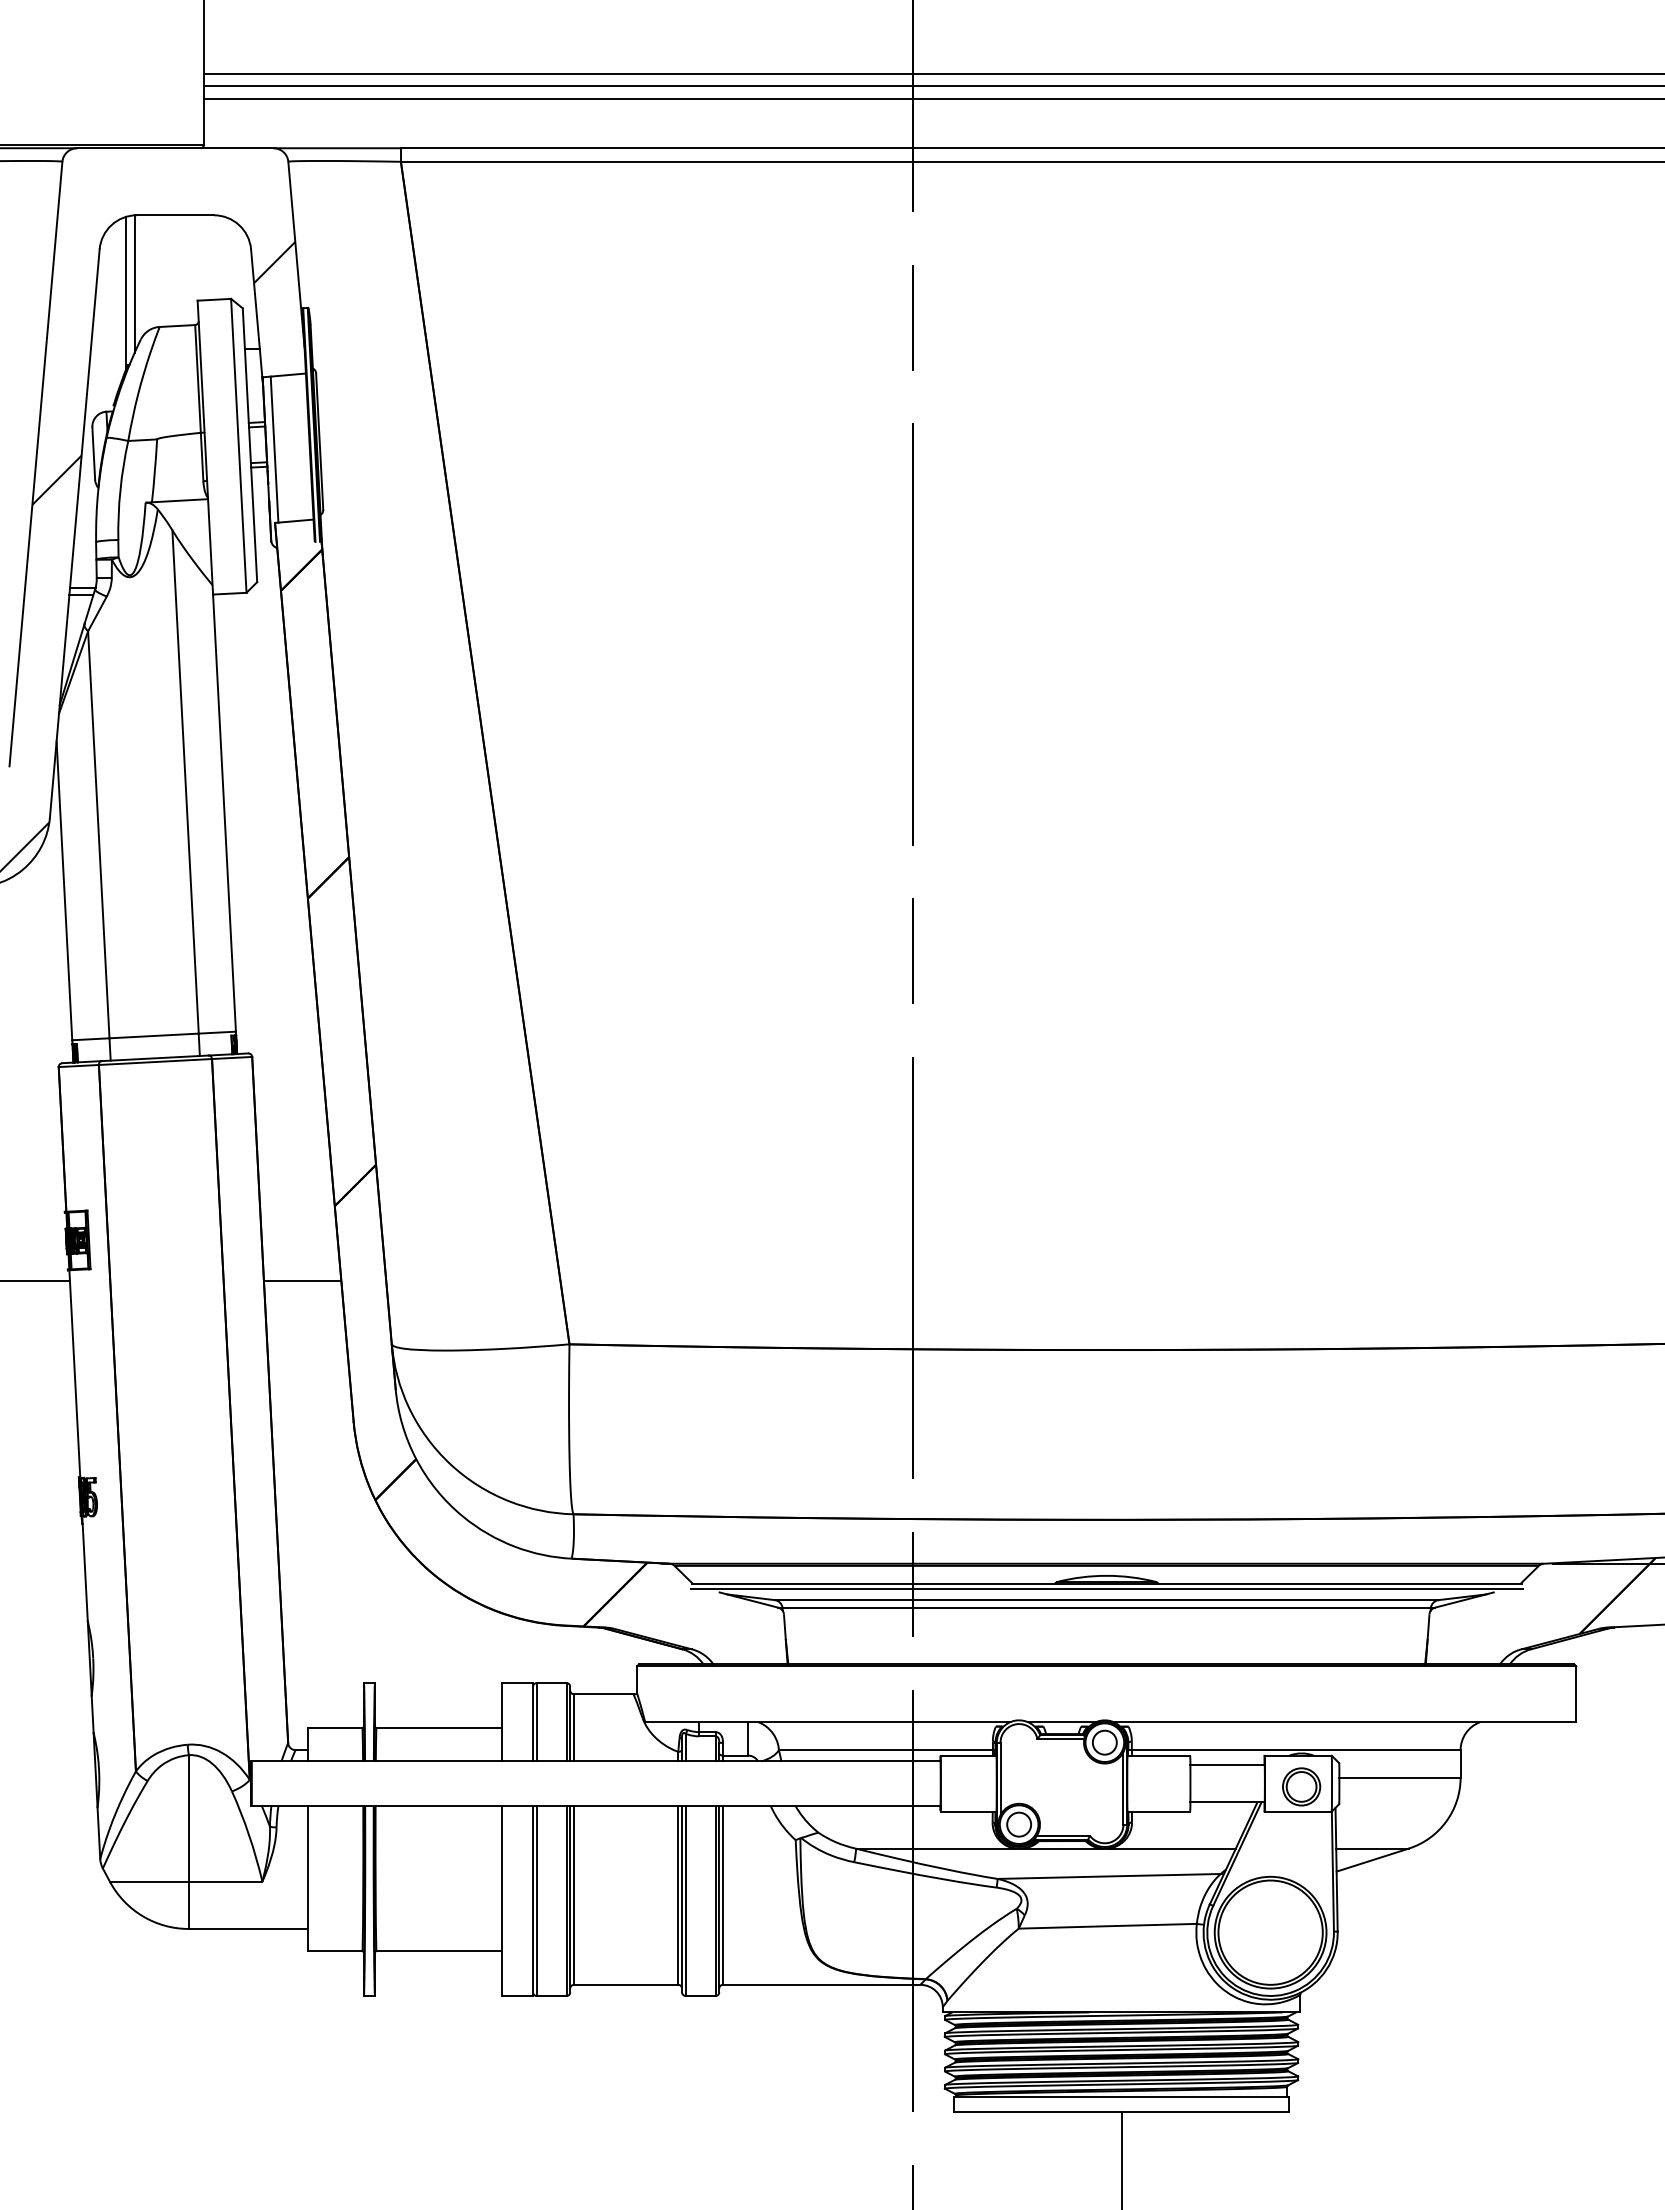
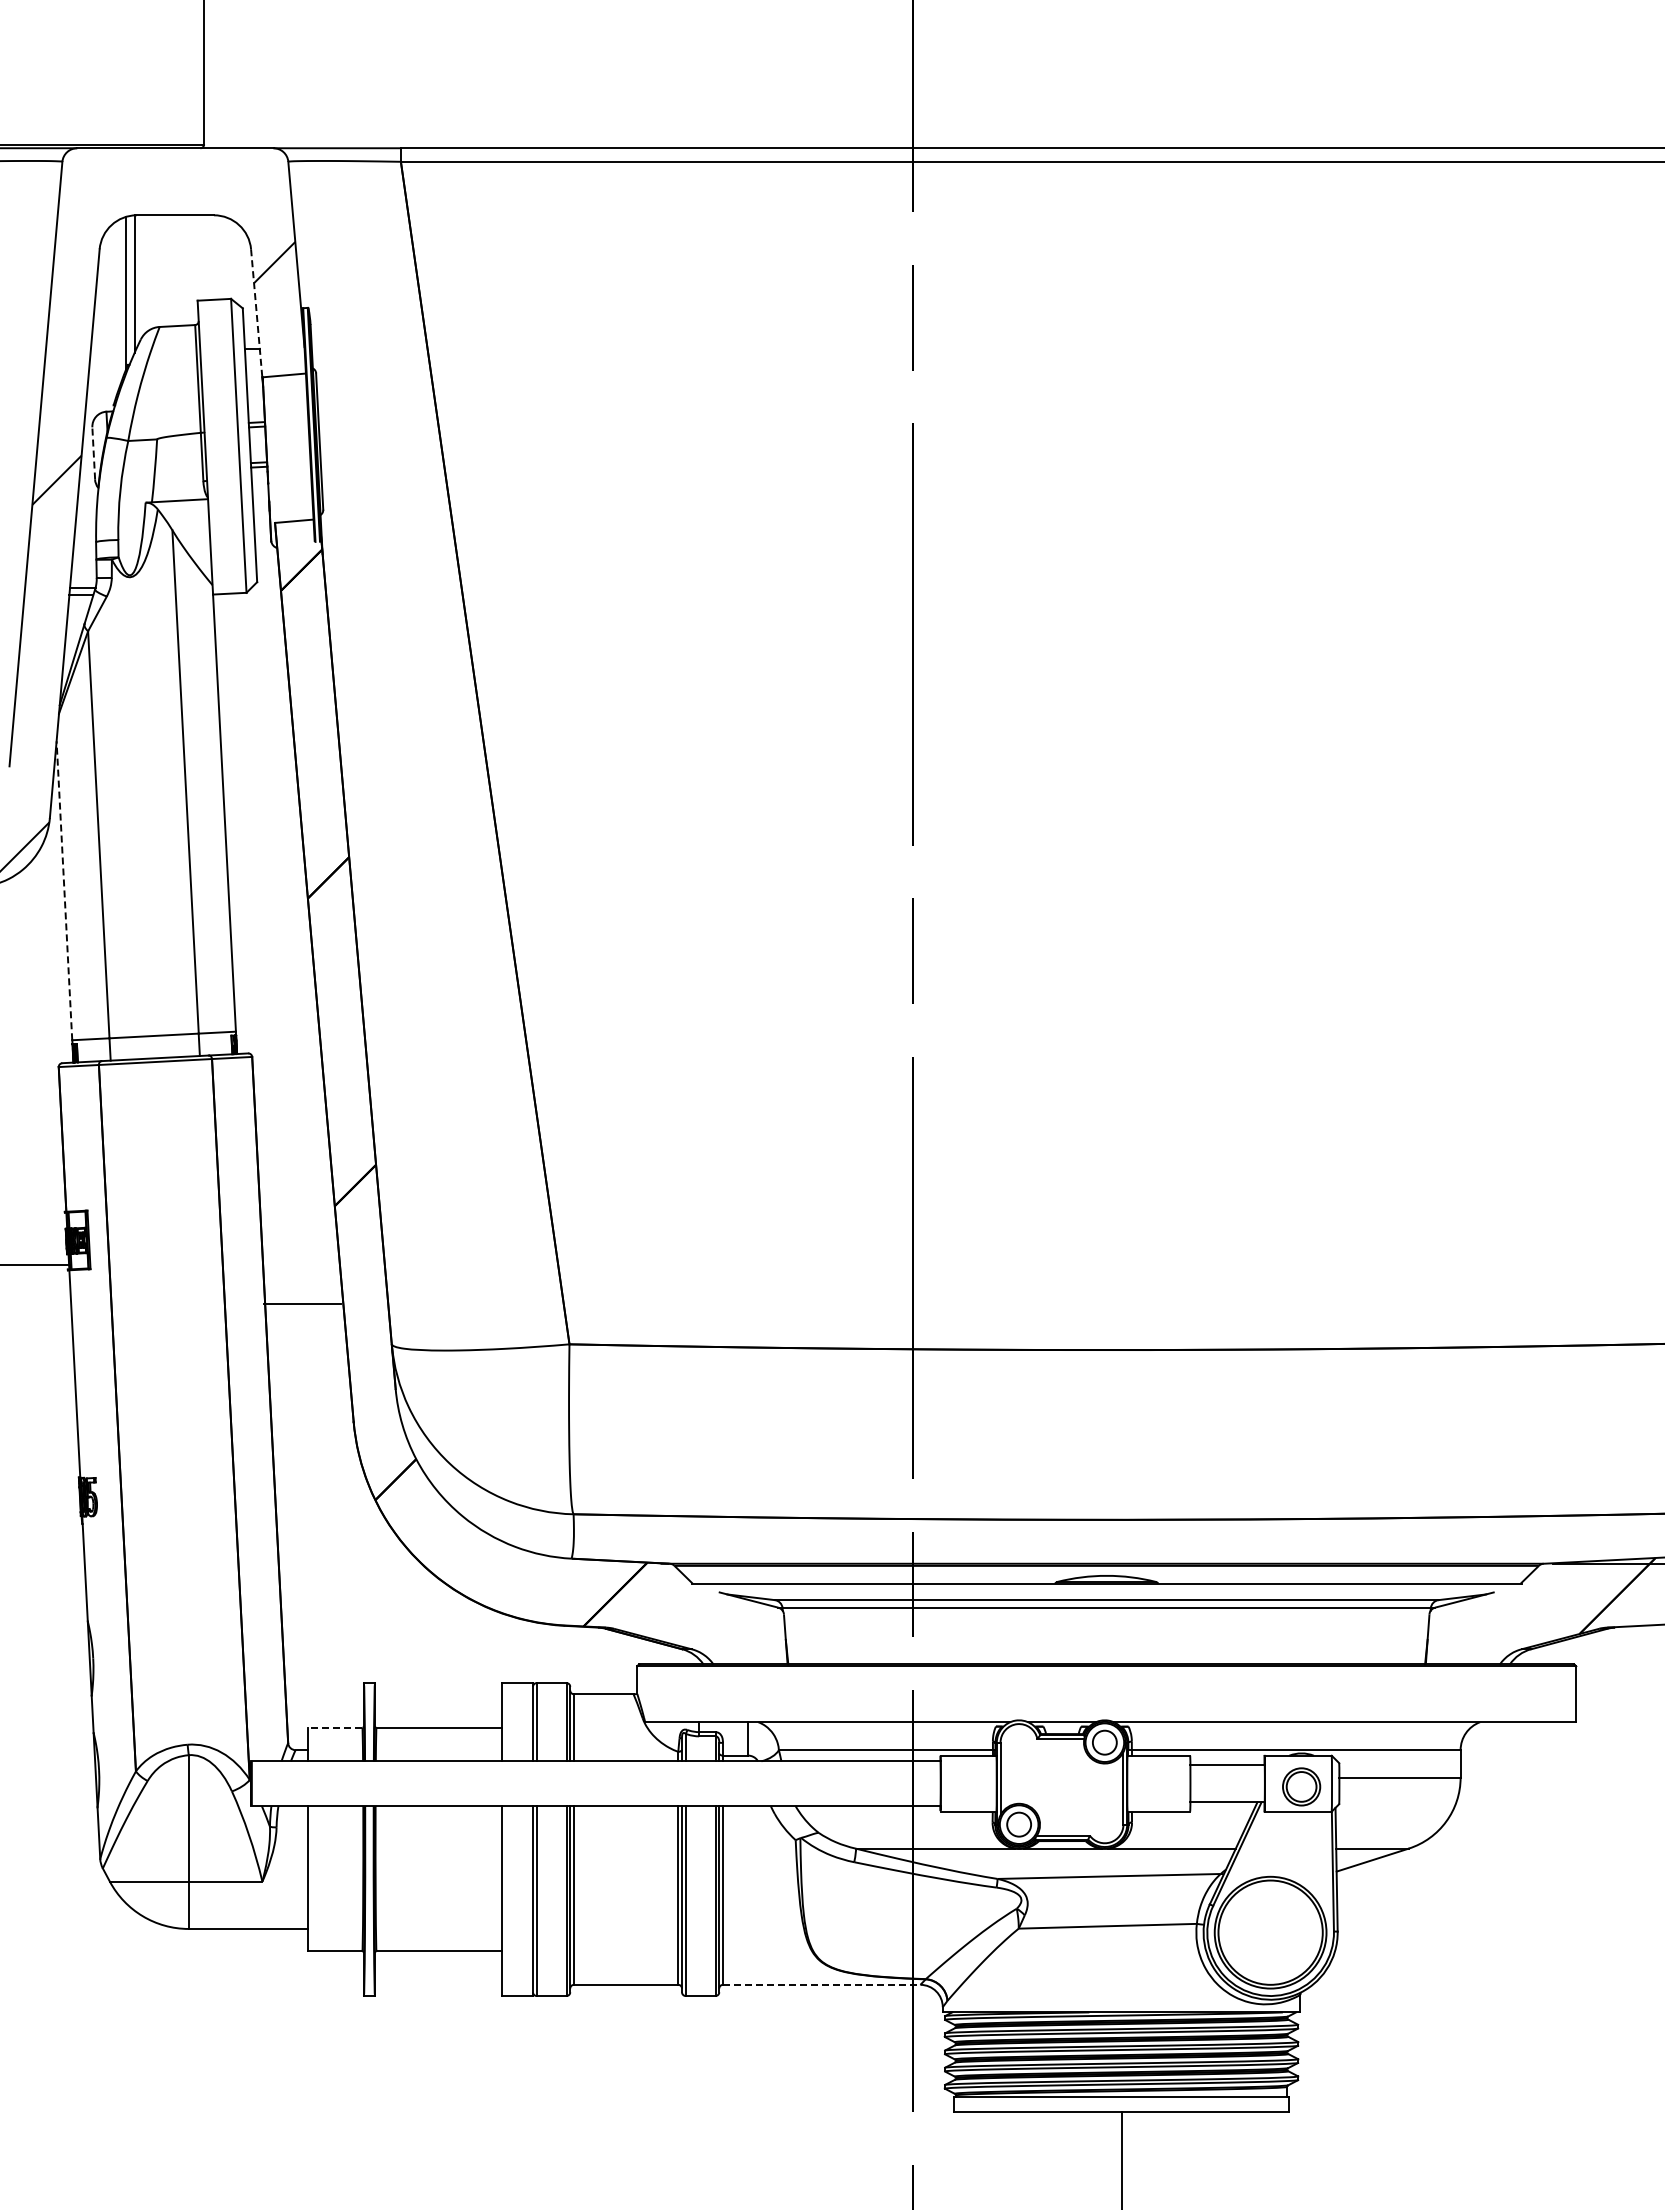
line at (932, 73): present -> none
line at (932, 86): present -> none
line at (932, 99): present -> none
line at (256, 313): solid -> dashed
line at (274, 449): present -> none
line at (93, 452): solid -> dashed
line at (64, 890): solid -> dashed
line at (35, 1280) position: (35, 1280) -> (35, 1264)
line at (302, 1280) position: (302, 1280) -> (302, 1303)
line at (1106, 1588): present -> none
line at (334, 1727): solid -> dashed
line at (821, 1984): solid -> dashed
